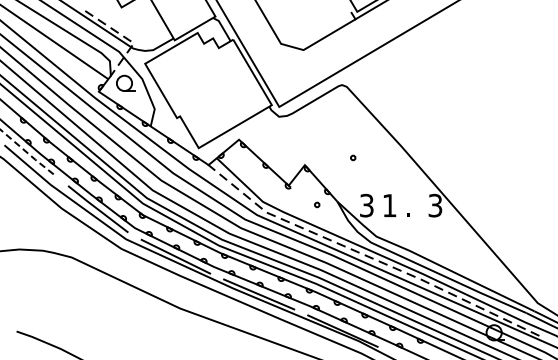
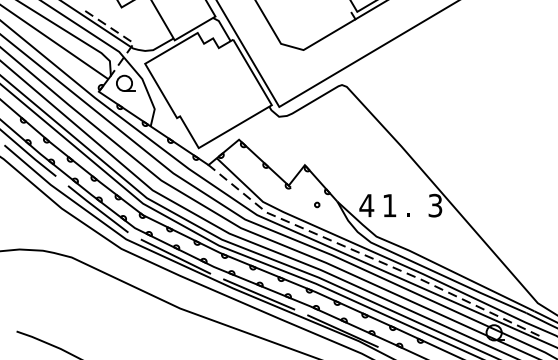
line at (28, 153): dashed -> solid
circle at (353, 157): present -> none
text at (366, 205): 3 -> 4
